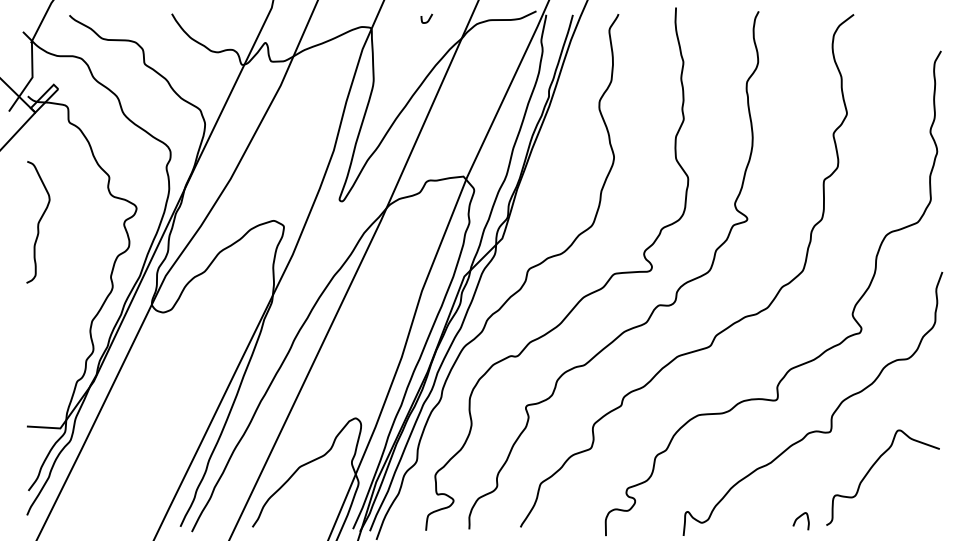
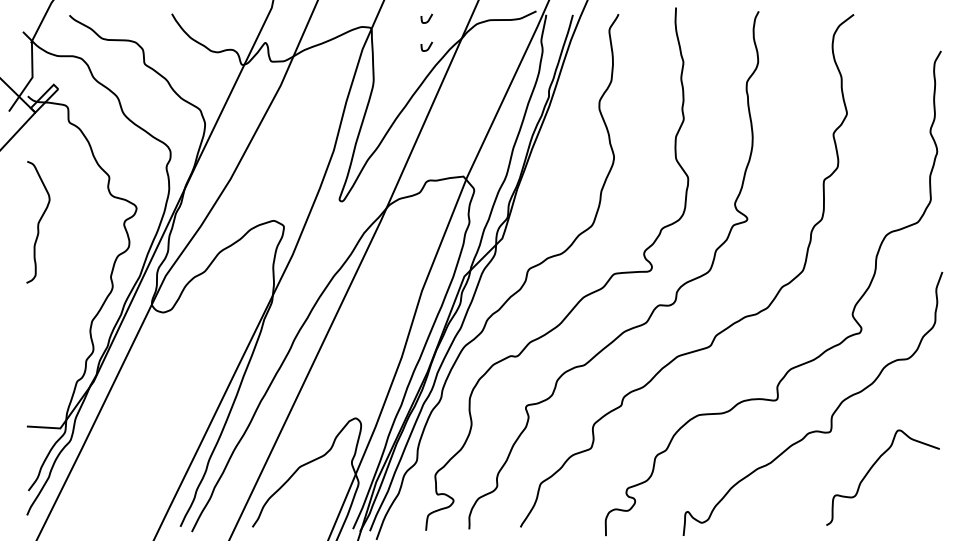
curve at (428, 46): none -> present
curve at (799, 518): present -> none
